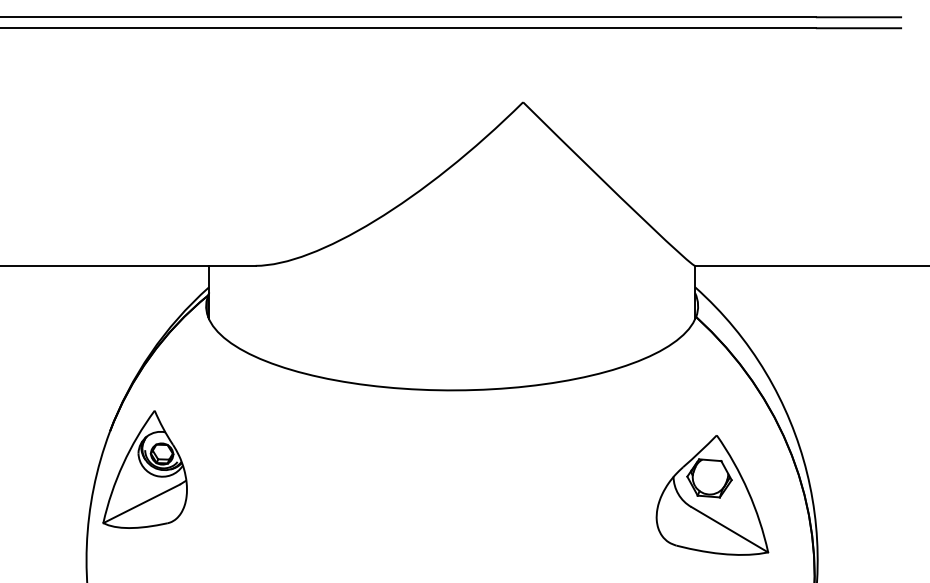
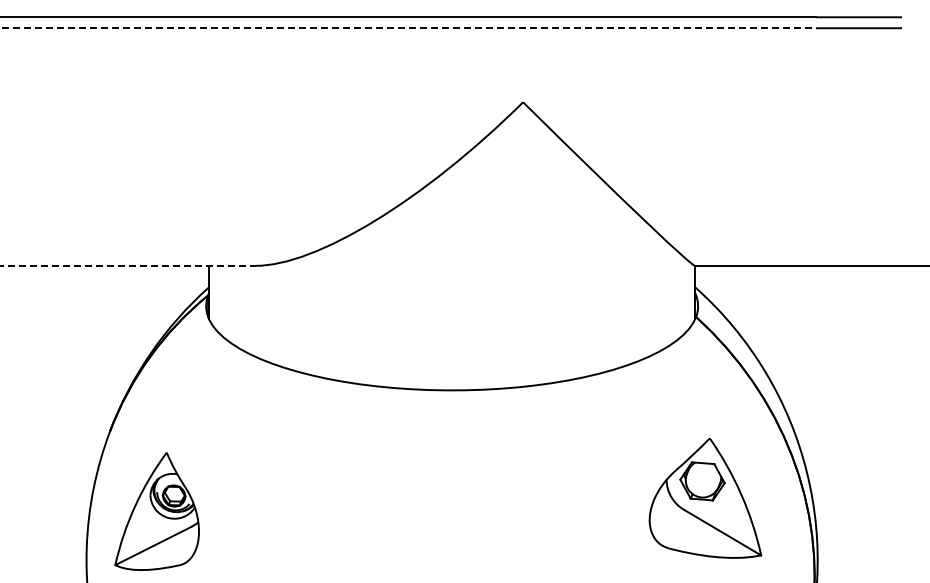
line at (407, 28): solid -> dashed
line at (128, 265): solid -> dashed
part at (144, 469) position: (144, 469) -> (156, 511)
part at (712, 495) position: (712, 495) -> (705, 498)
